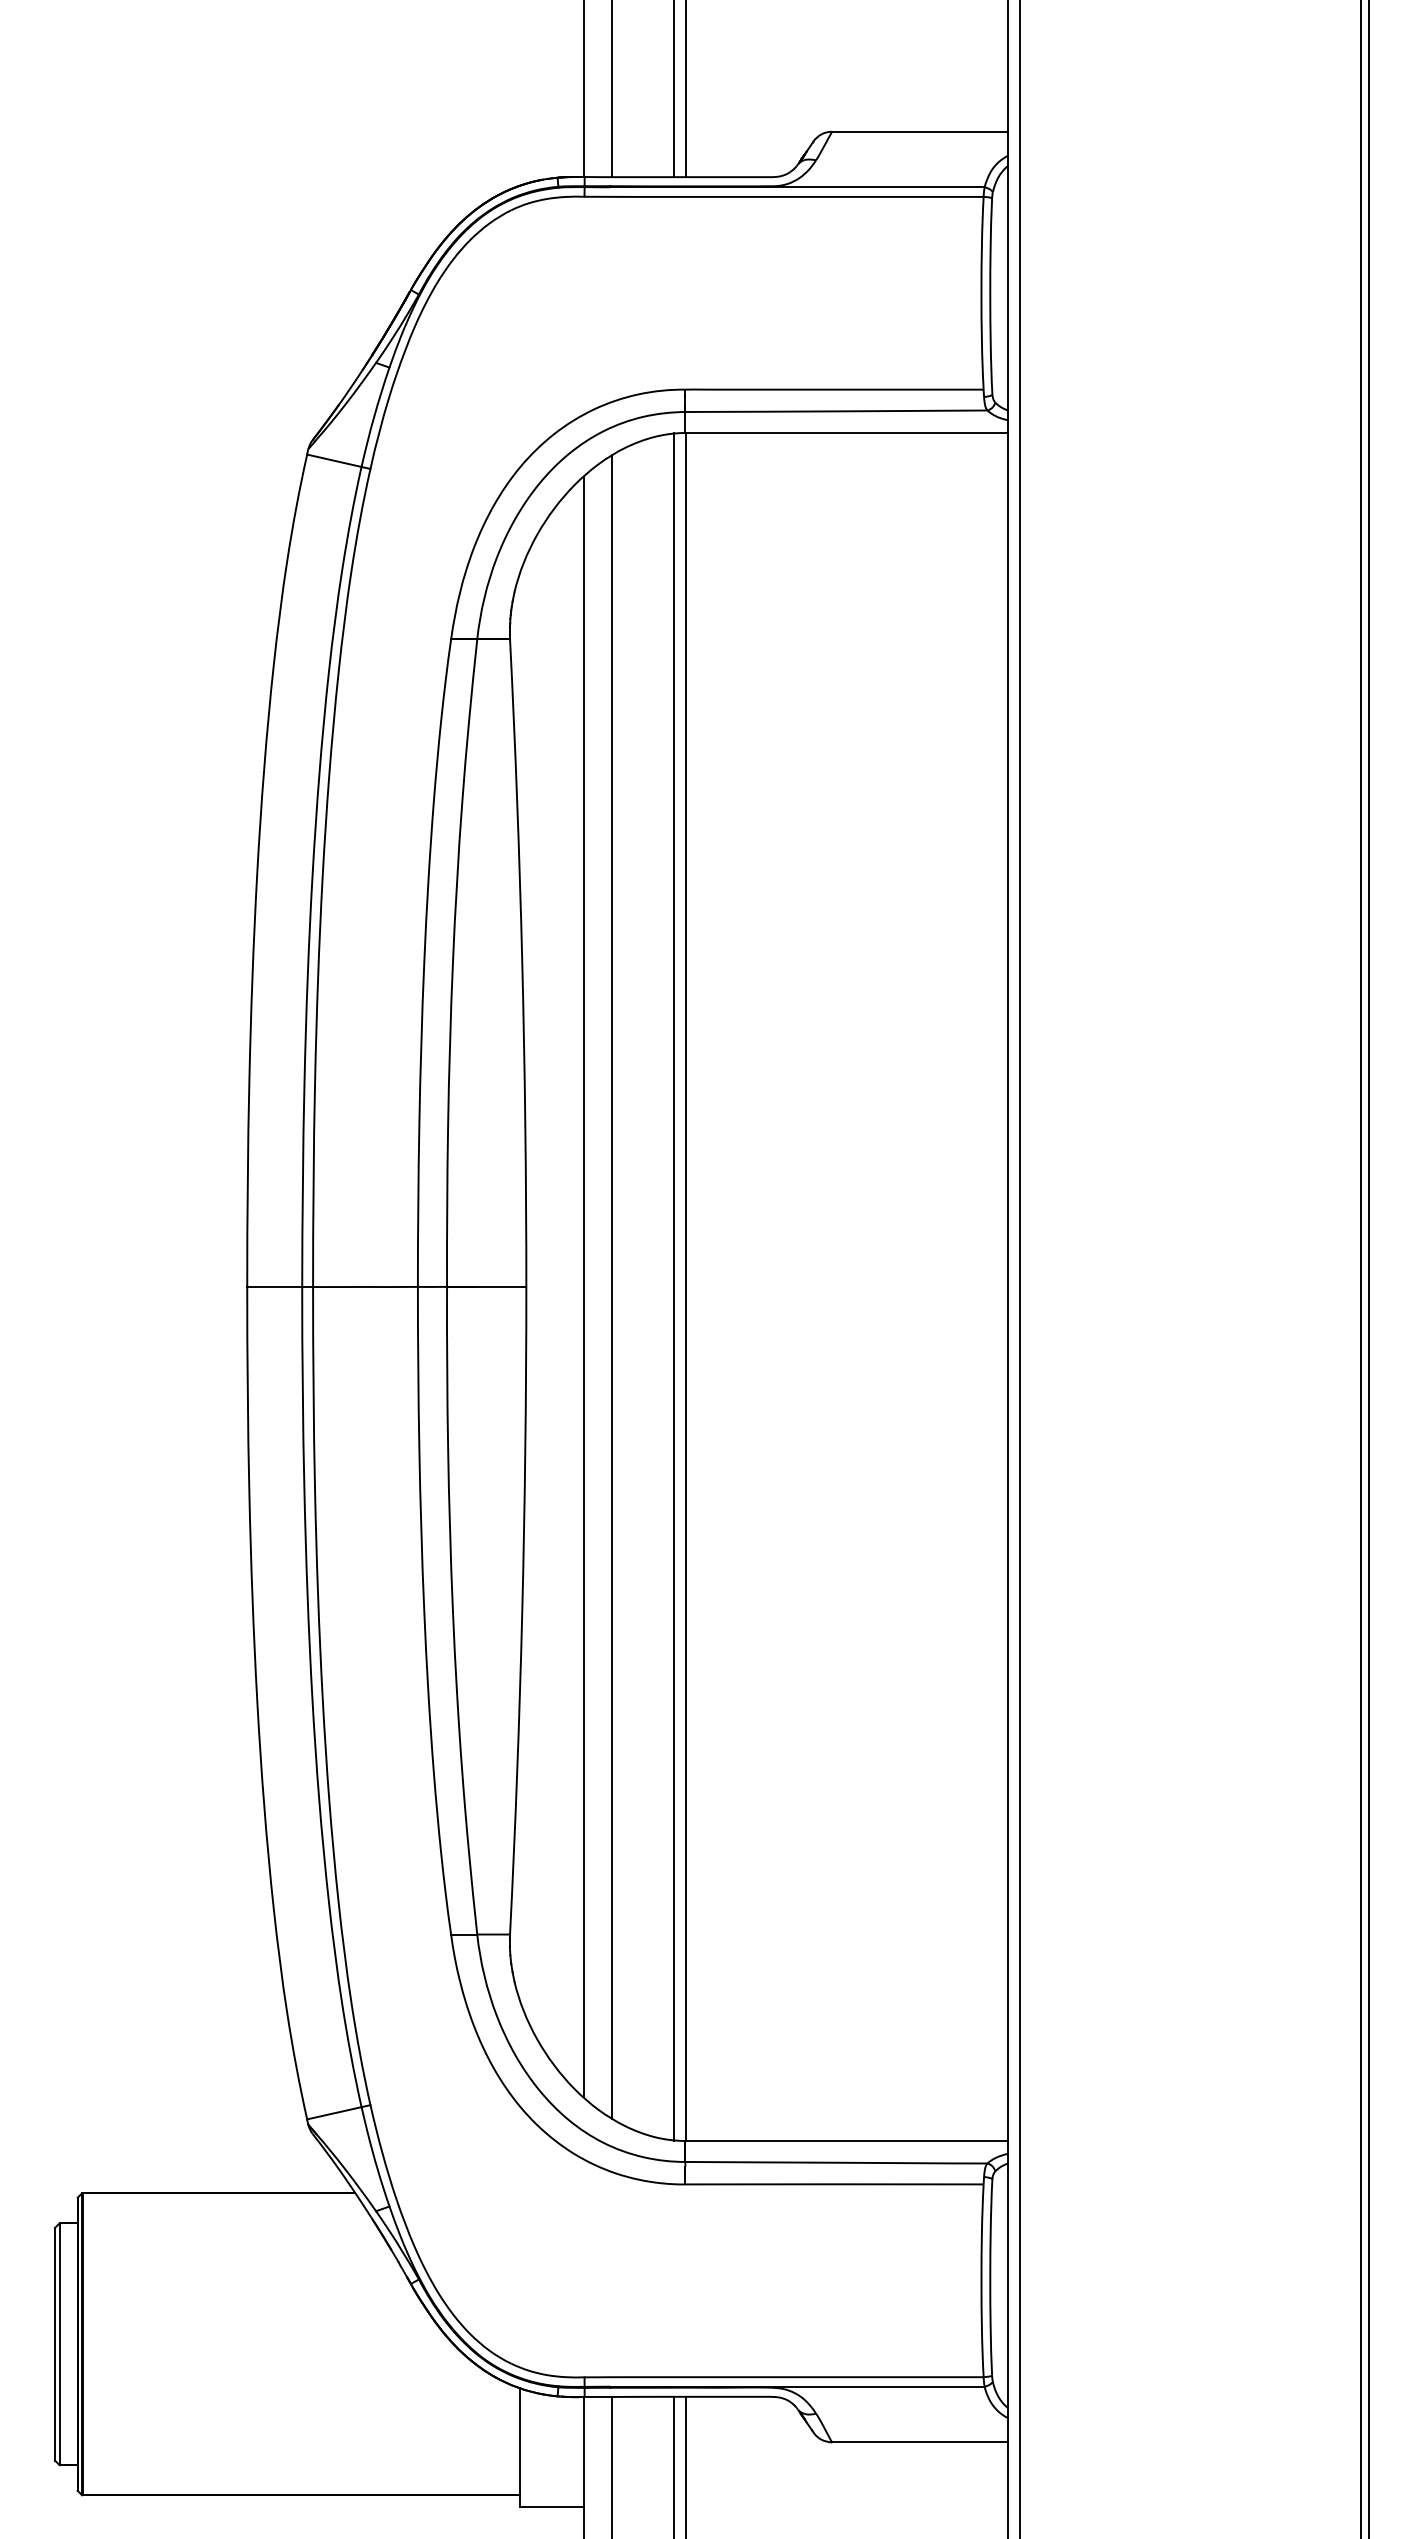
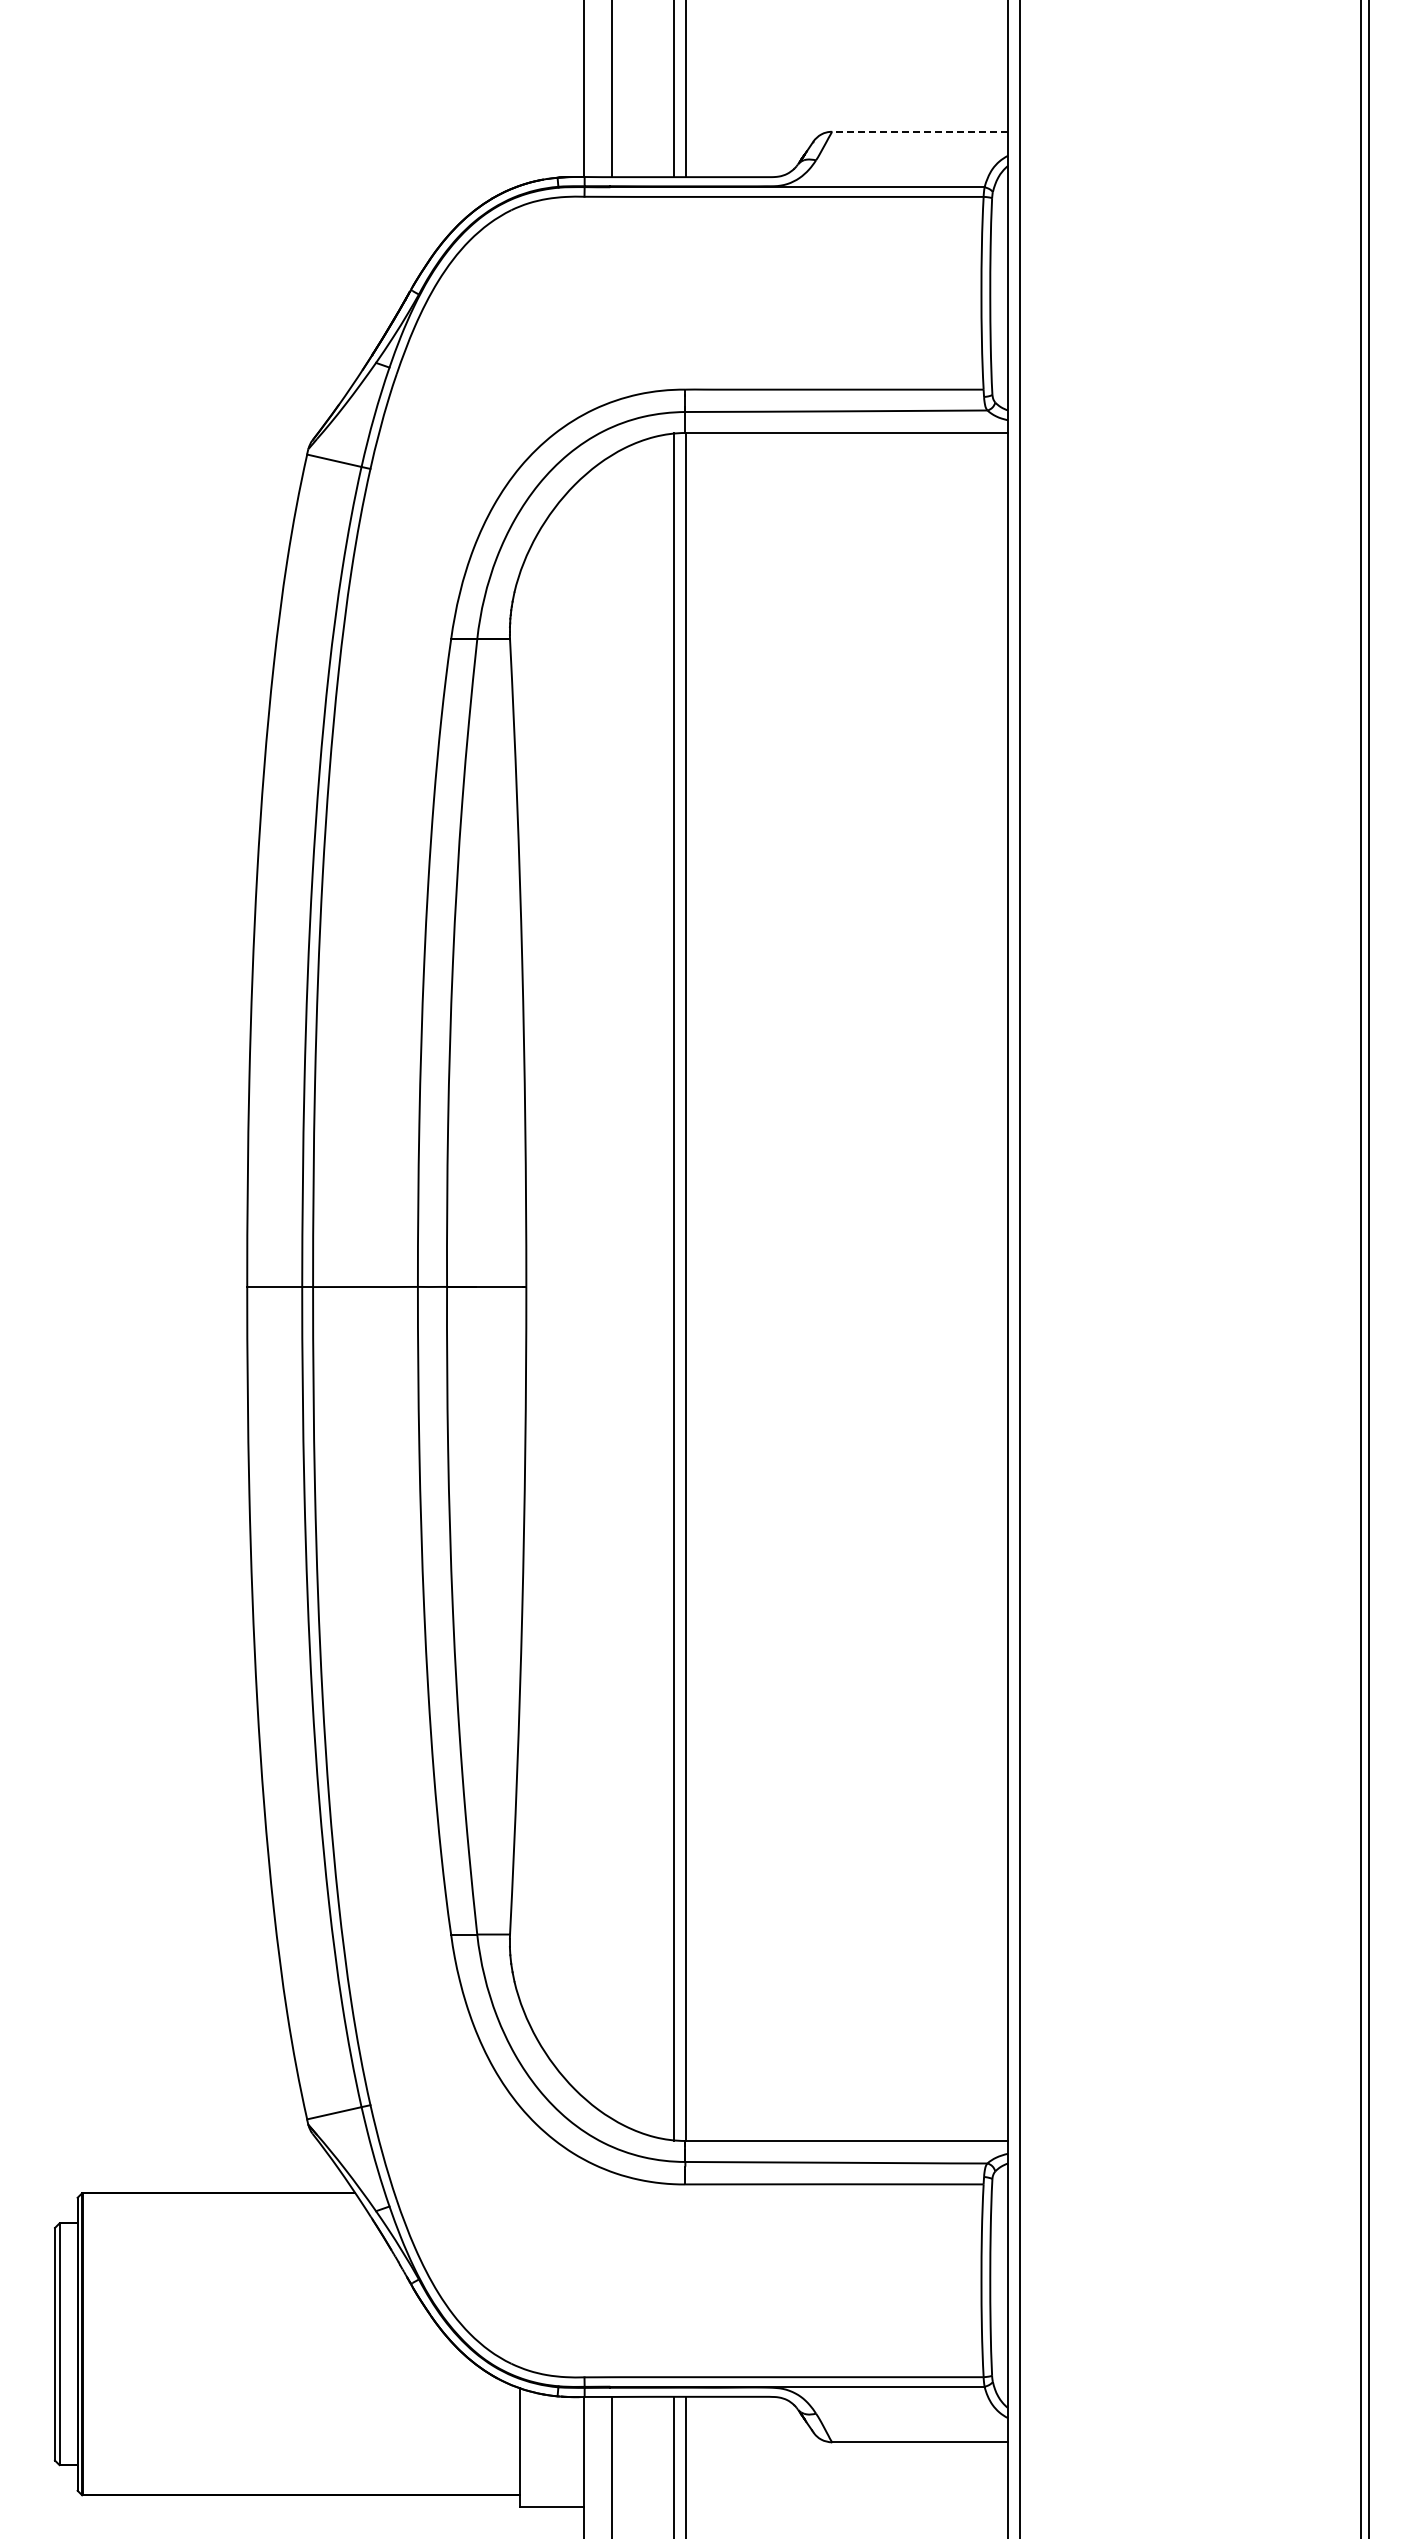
line at (920, 131): solid -> dashed
line at (583, 1286): present -> none
line at (612, 1286): present -> none
